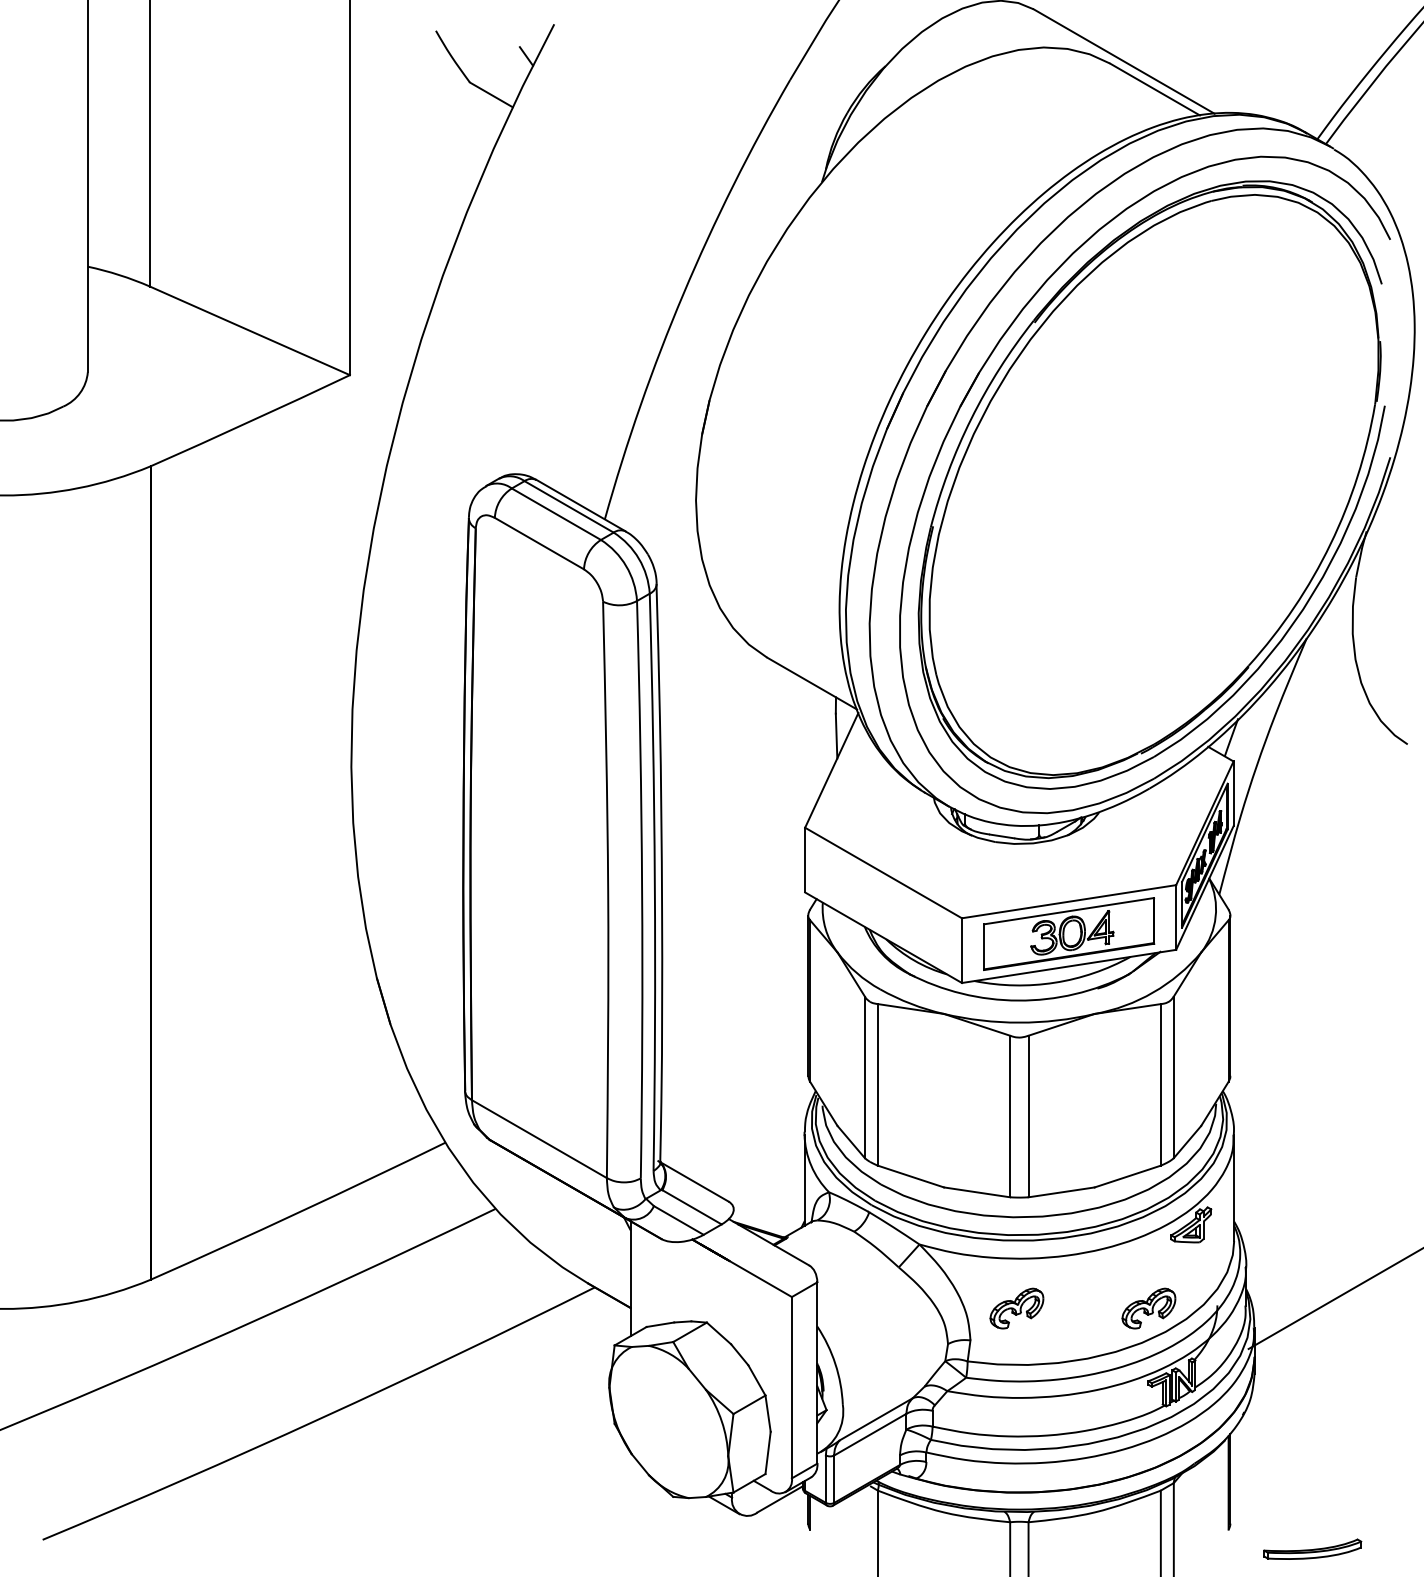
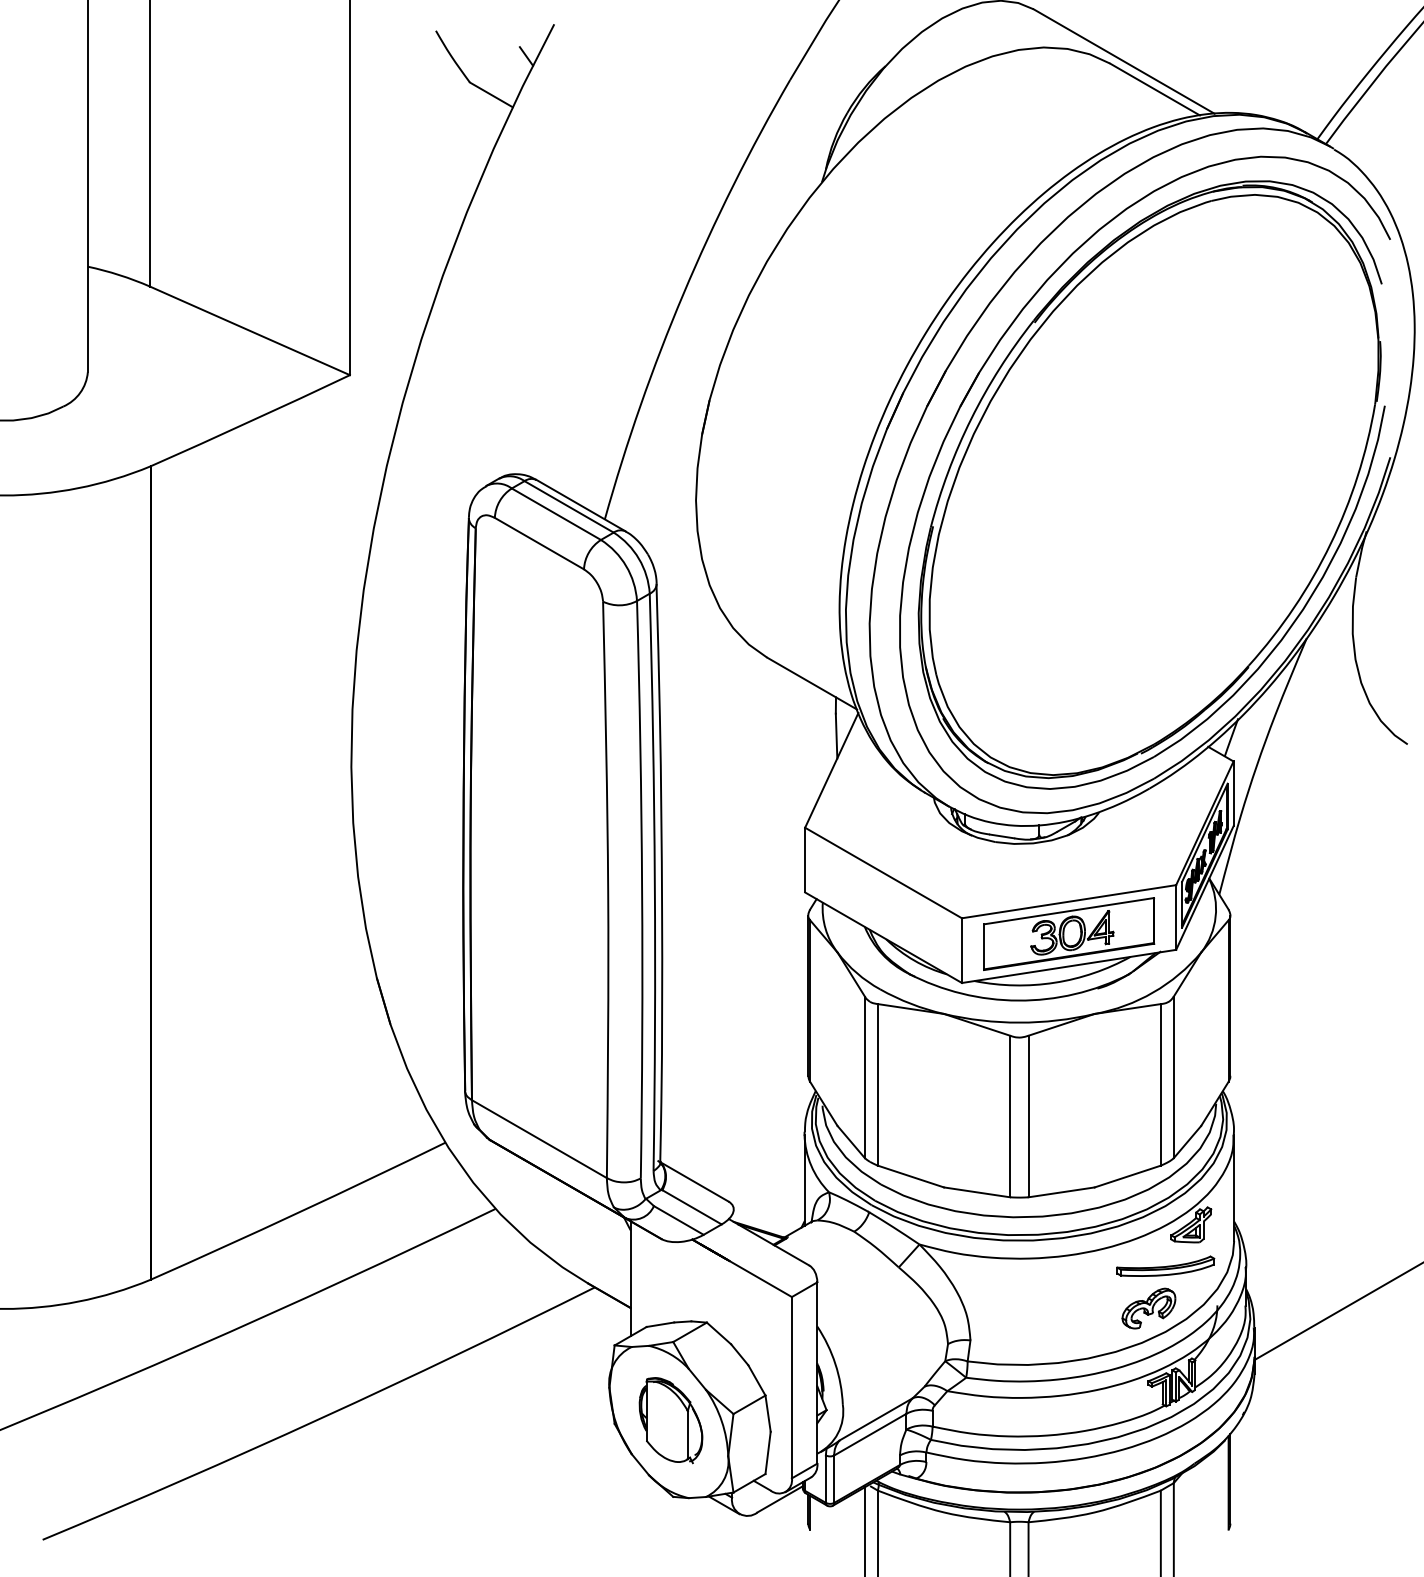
line at (1334, 1299) position: (1334, 1299) -> (1337, 1311)
part at (1016, 1308): present -> none
part at (670, 1420): none -> present
line at (864, 1530): none -> present
part at (1312, 1548) position: (1312, 1548) -> (1165, 1265)
